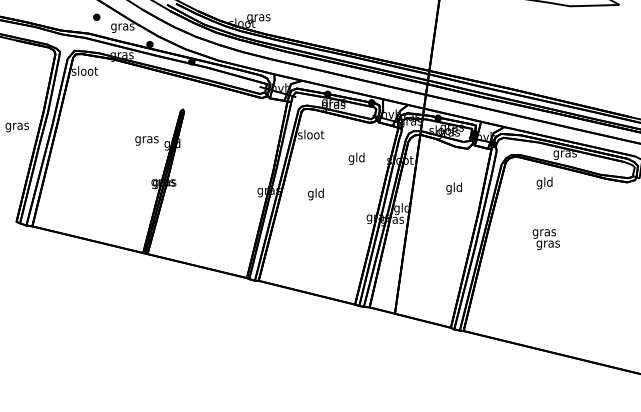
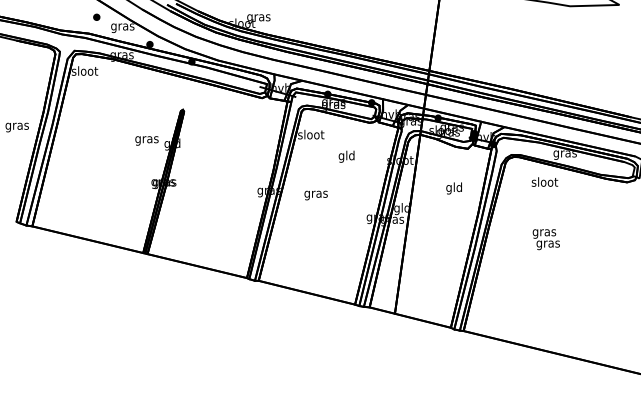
text at (356, 158) position: (356, 158) -> (346, 156)
text at (544, 183): gld -> sloot
text at (315, 194): gld -> gras
